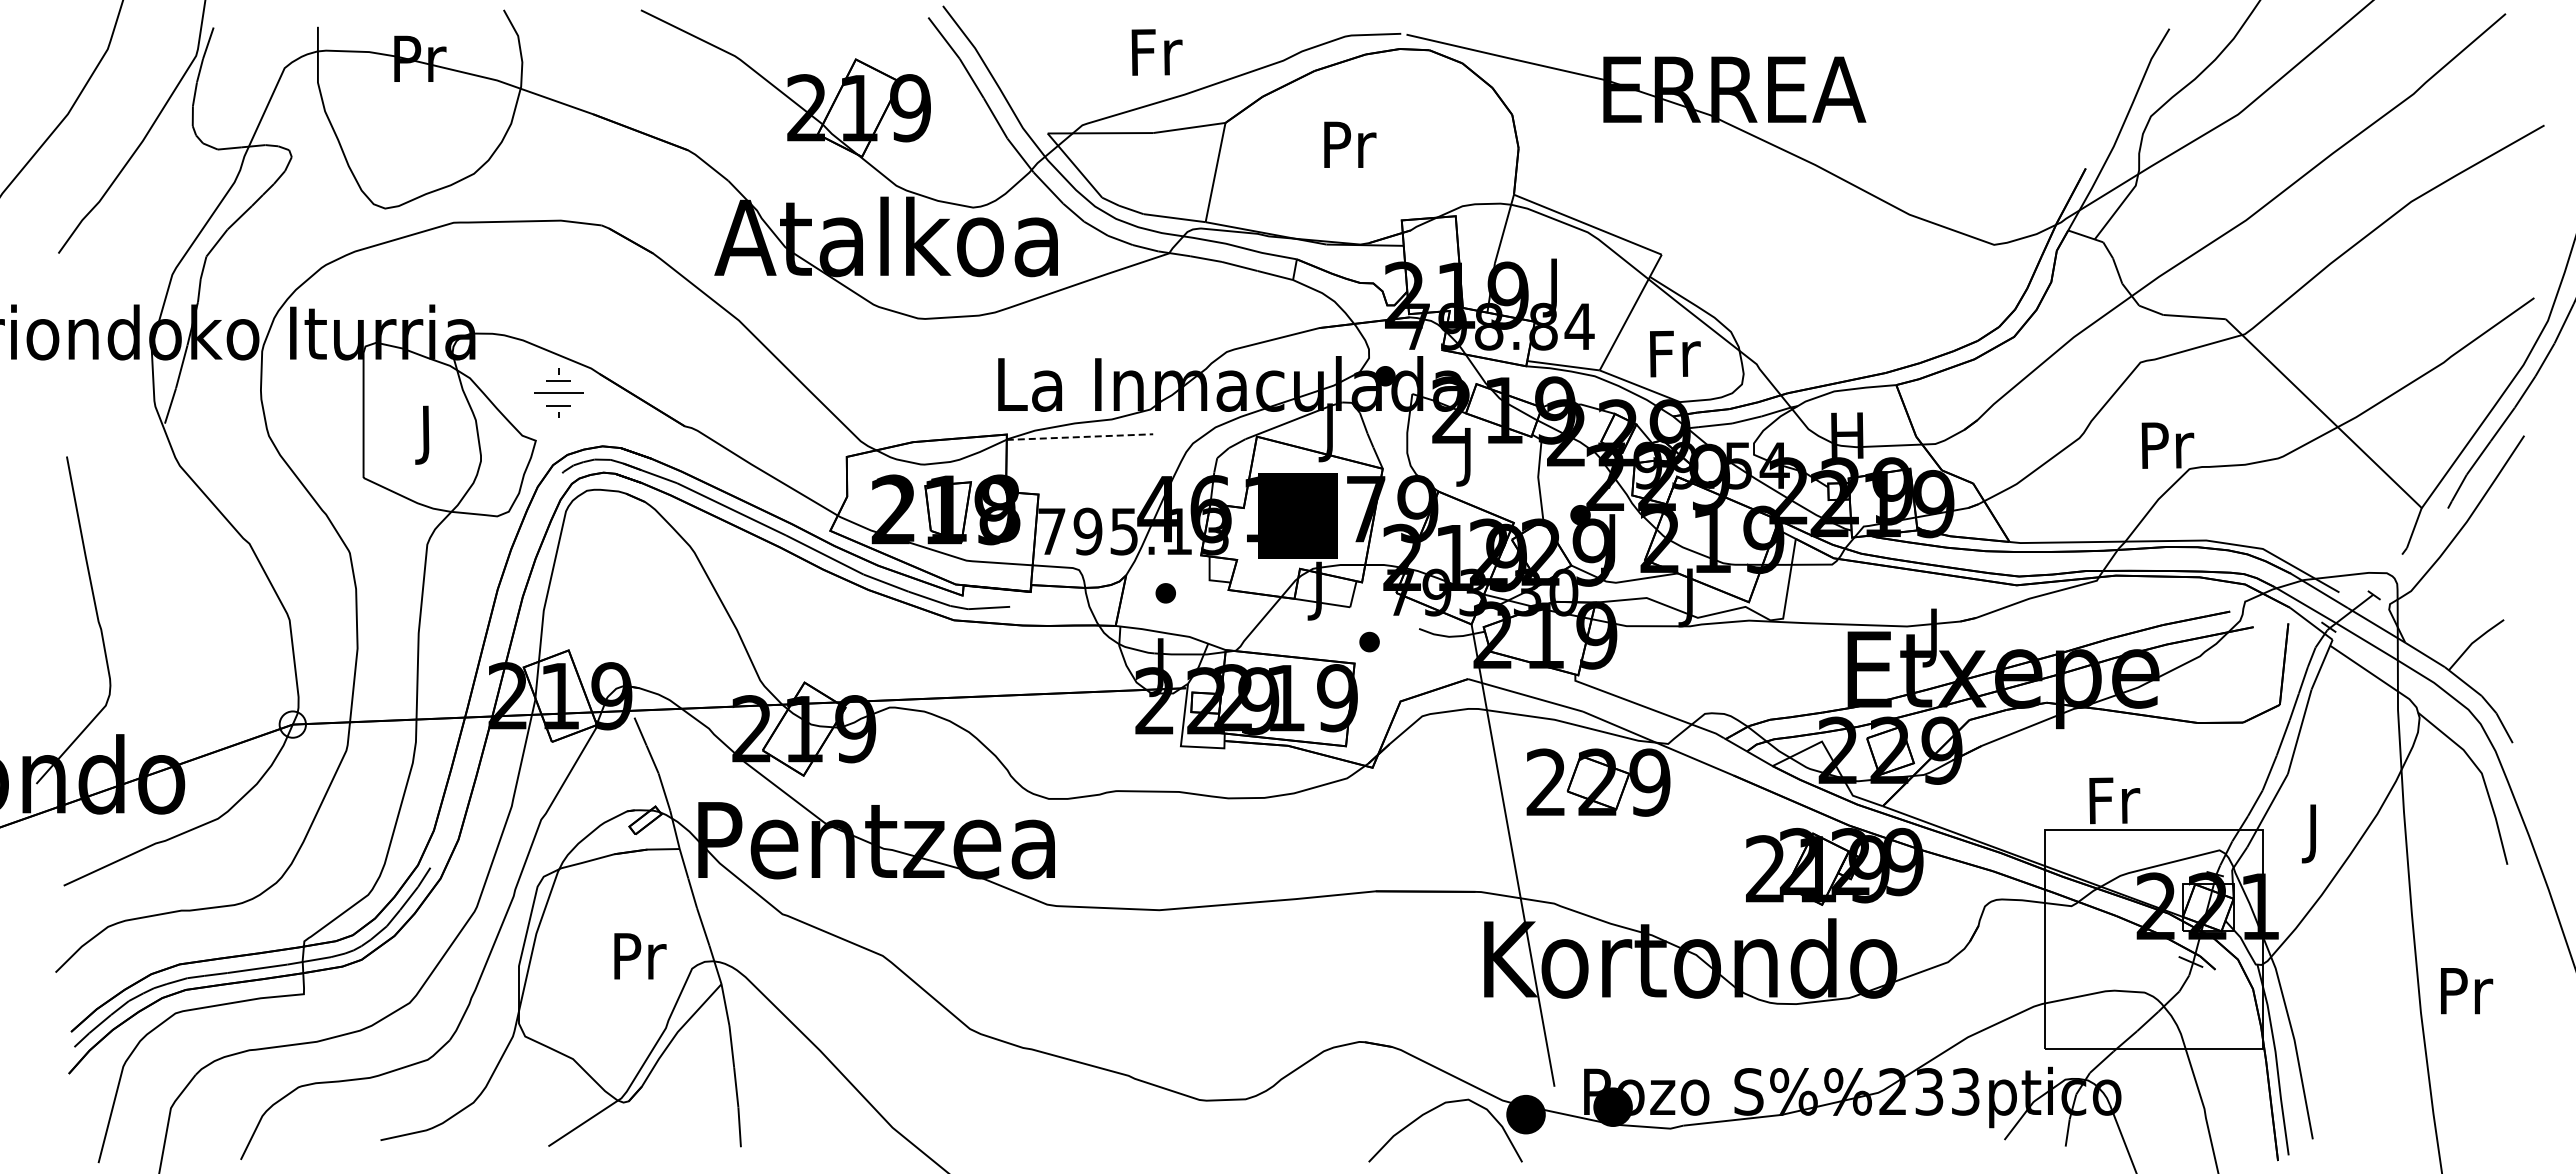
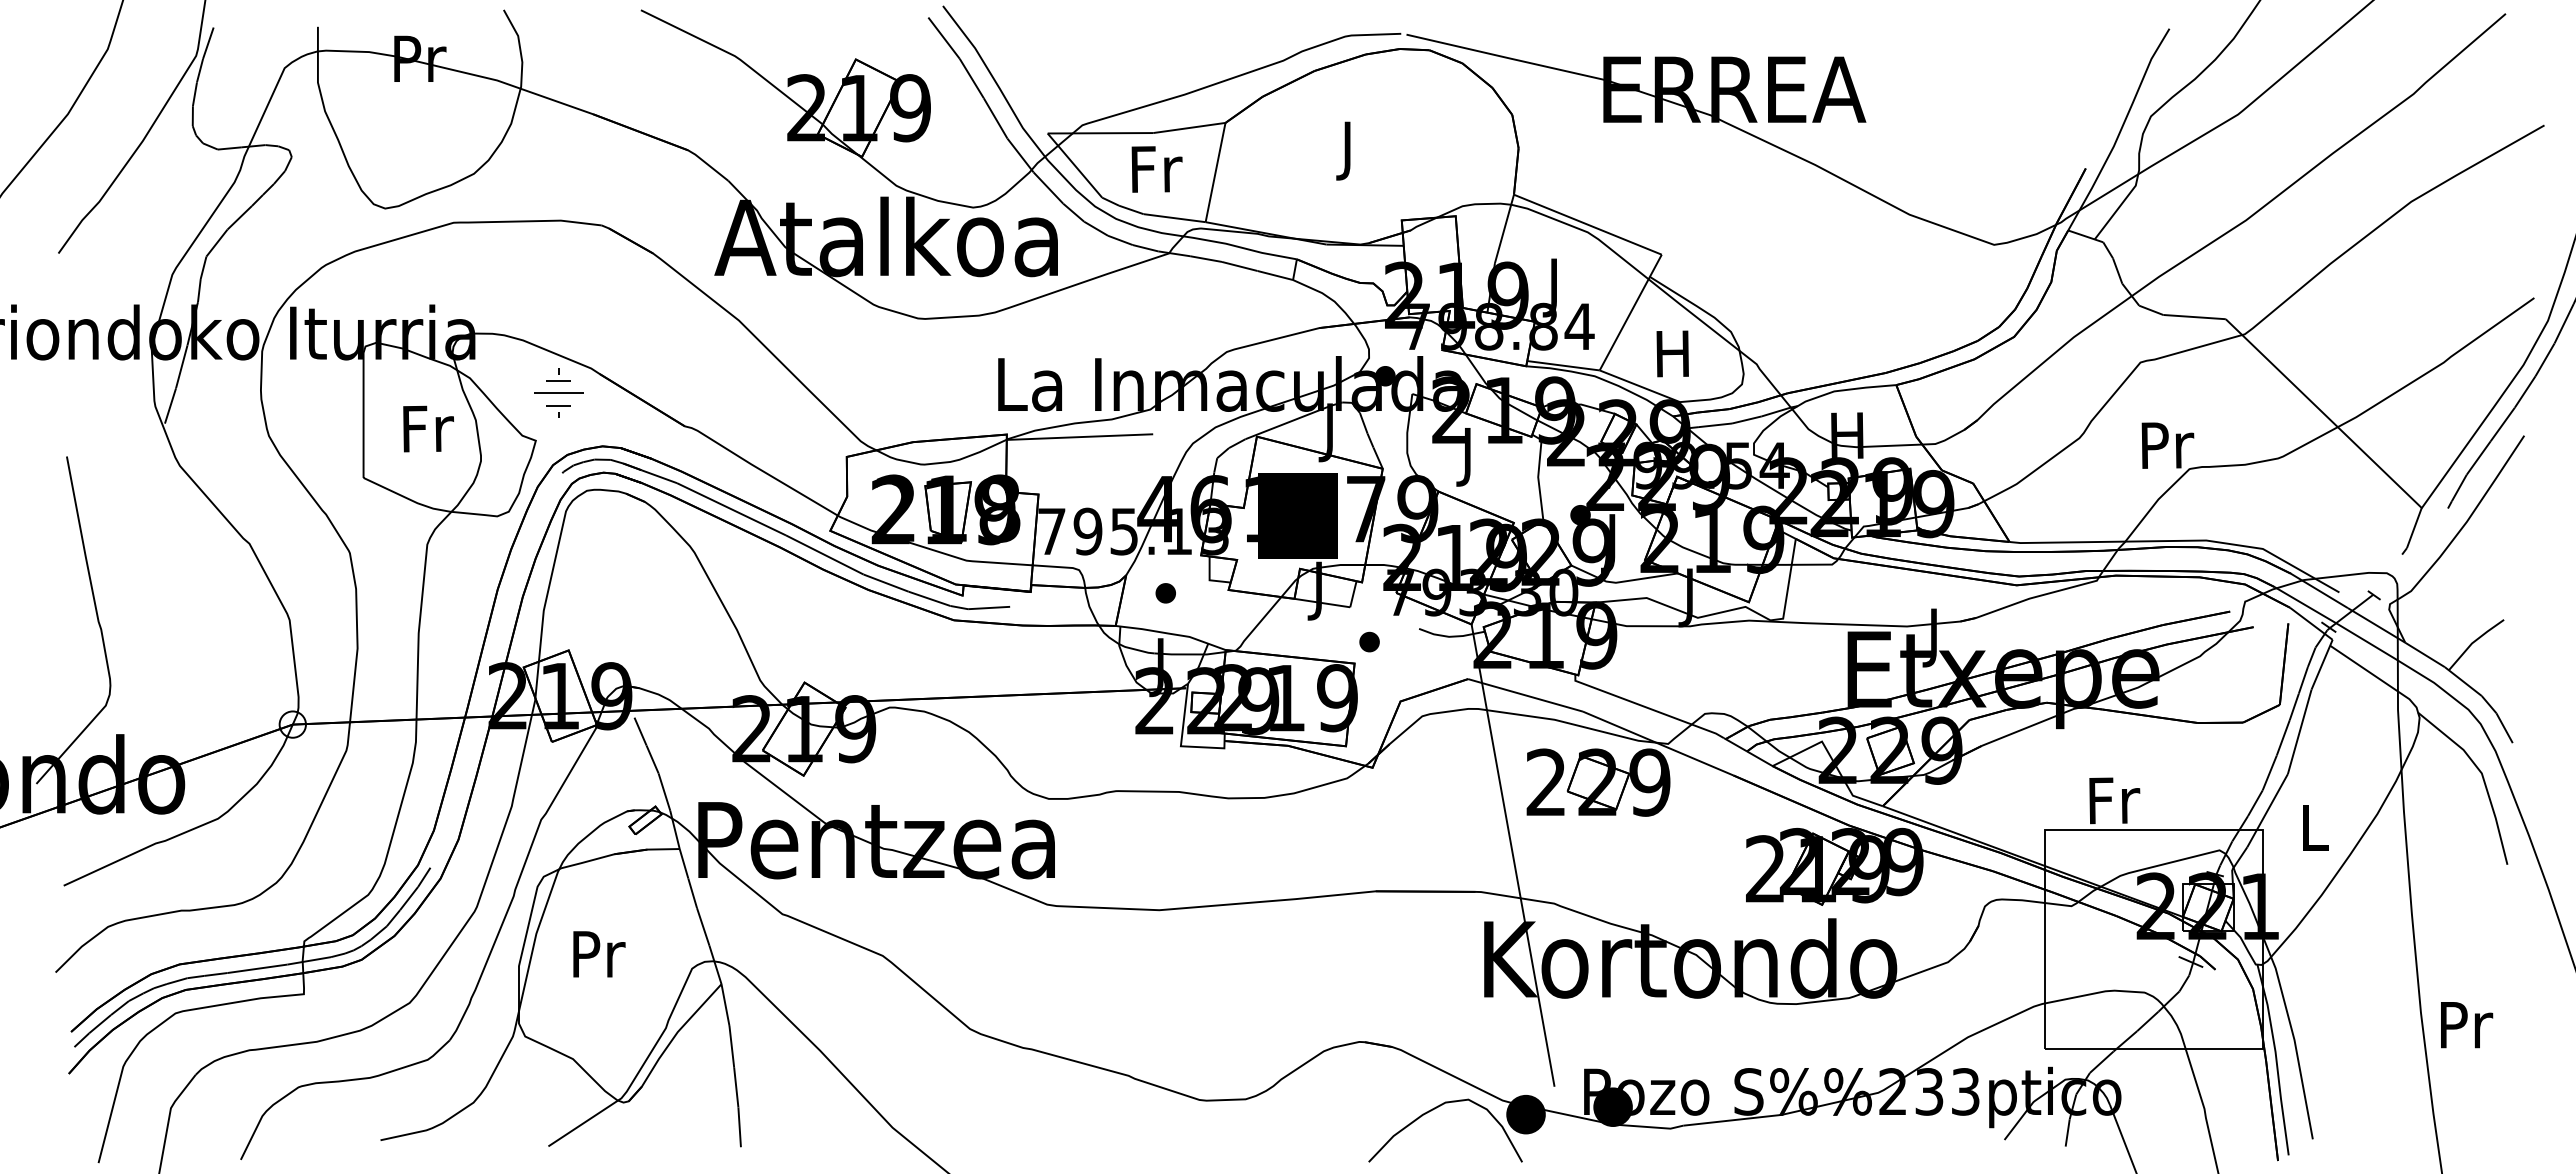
text at (1156, 52) position: (1156, 52) -> (1156, 169)
text at (1350, 150): Pr -> J
text at (1675, 353): Fr -> H
text at (428, 434): J -> Fr
line at (1080, 437): dashed -> solid
text at (2314, 833): J -> L
text at (640, 956) position: (640, 956) -> (599, 954)
text at (2467, 991) position: (2467, 991) -> (2467, 1025)
